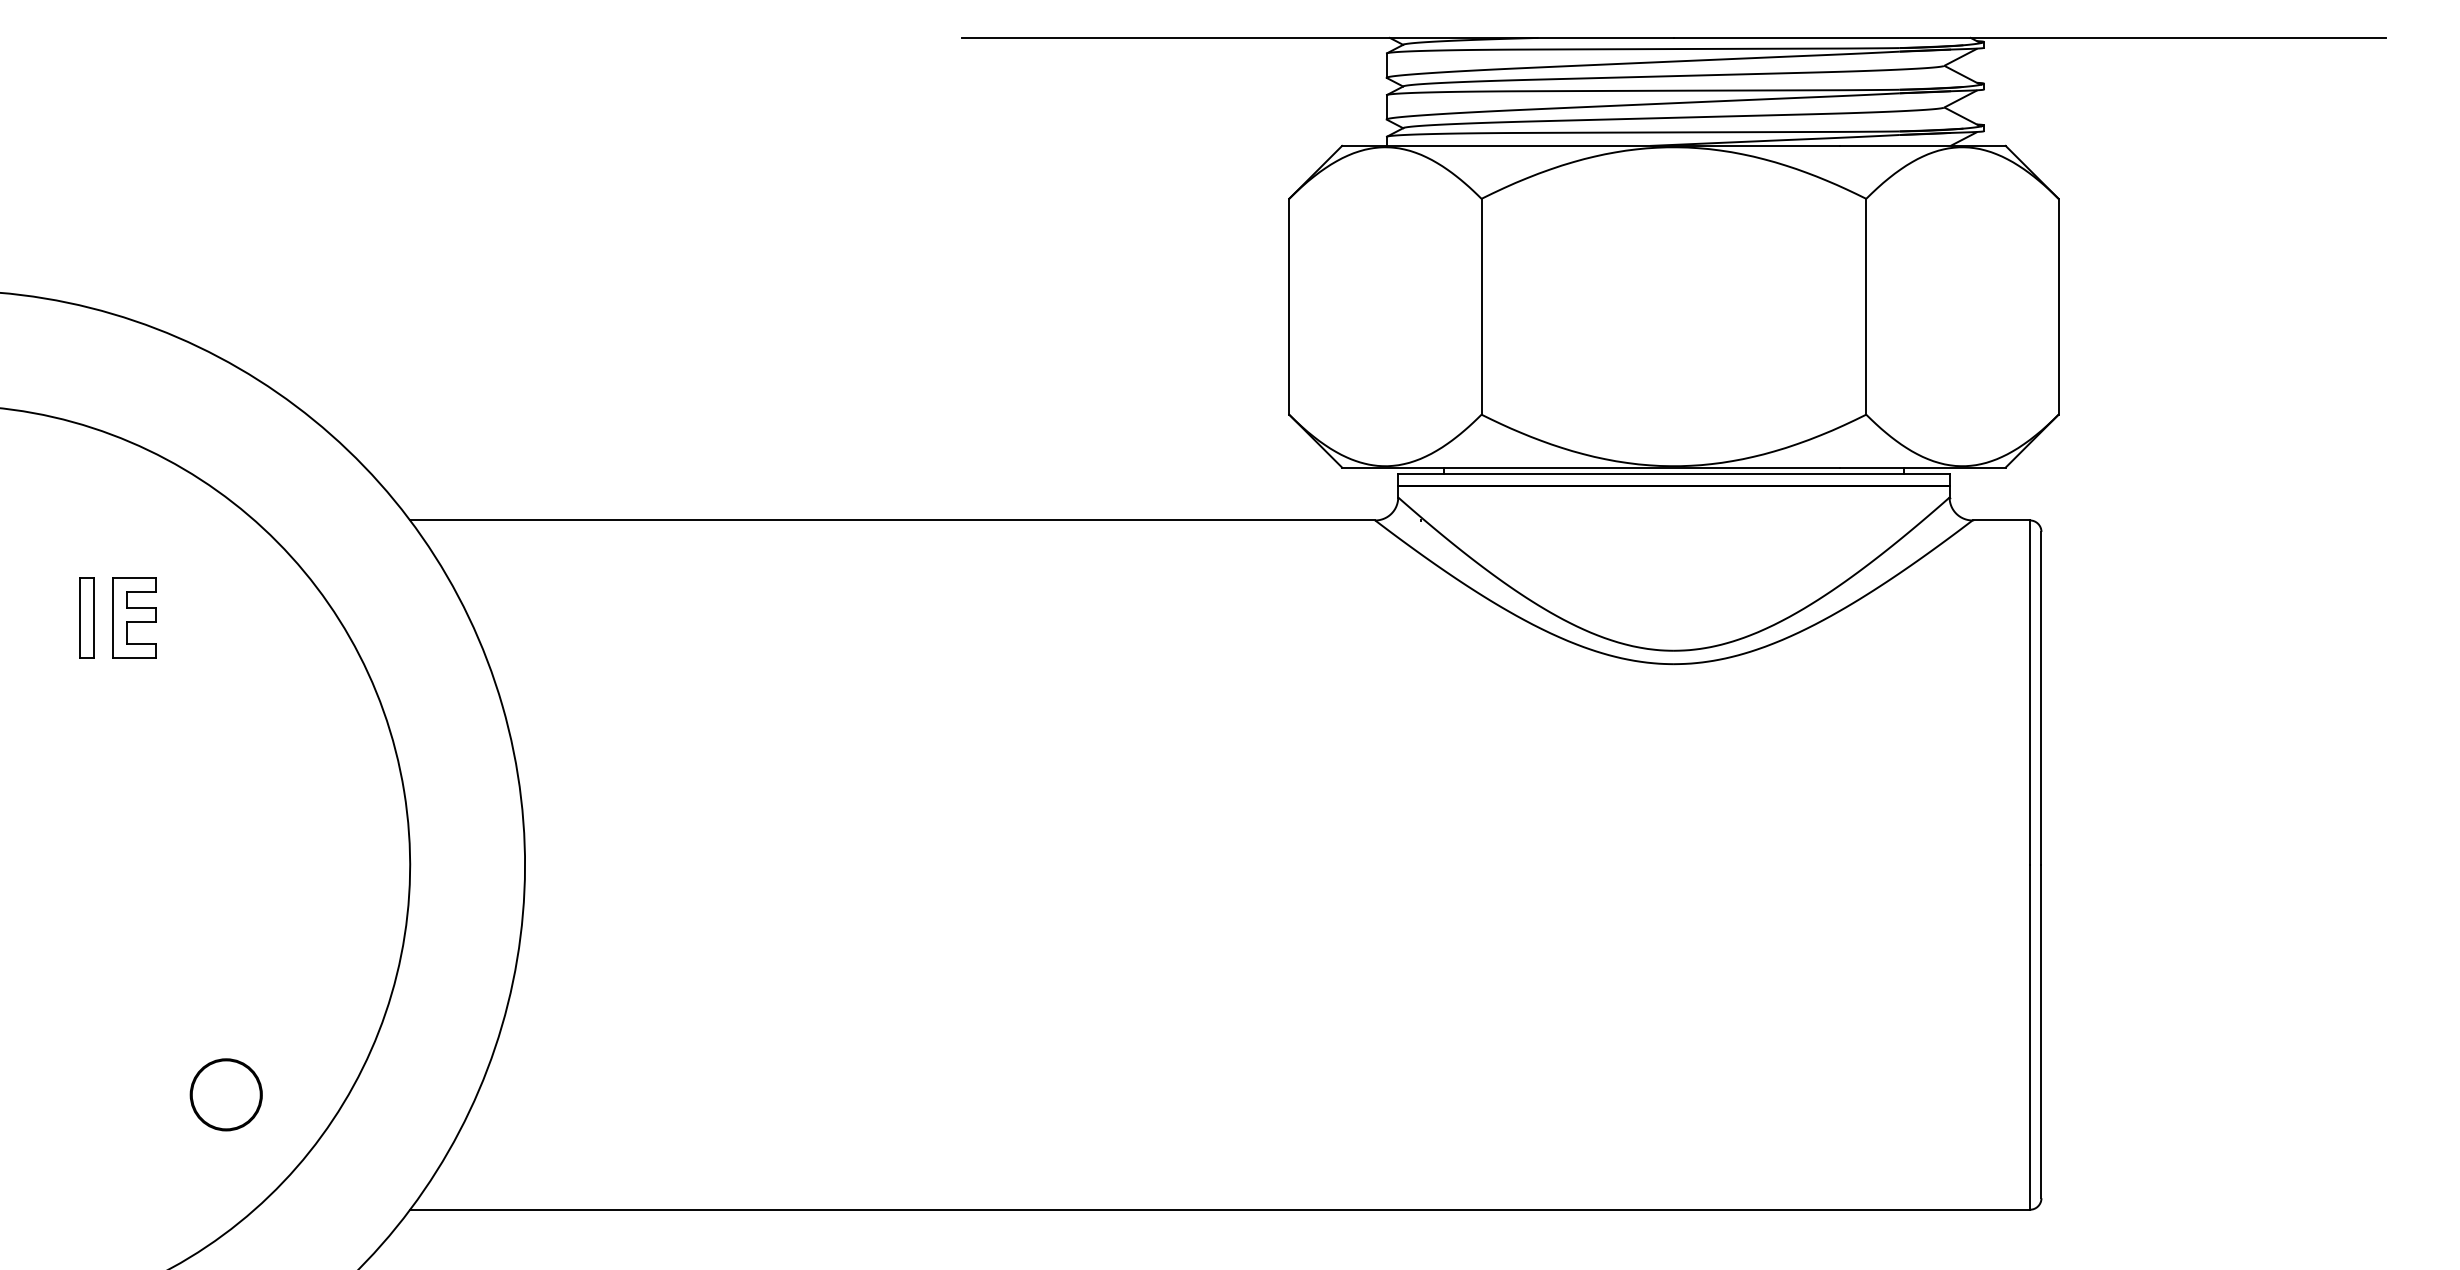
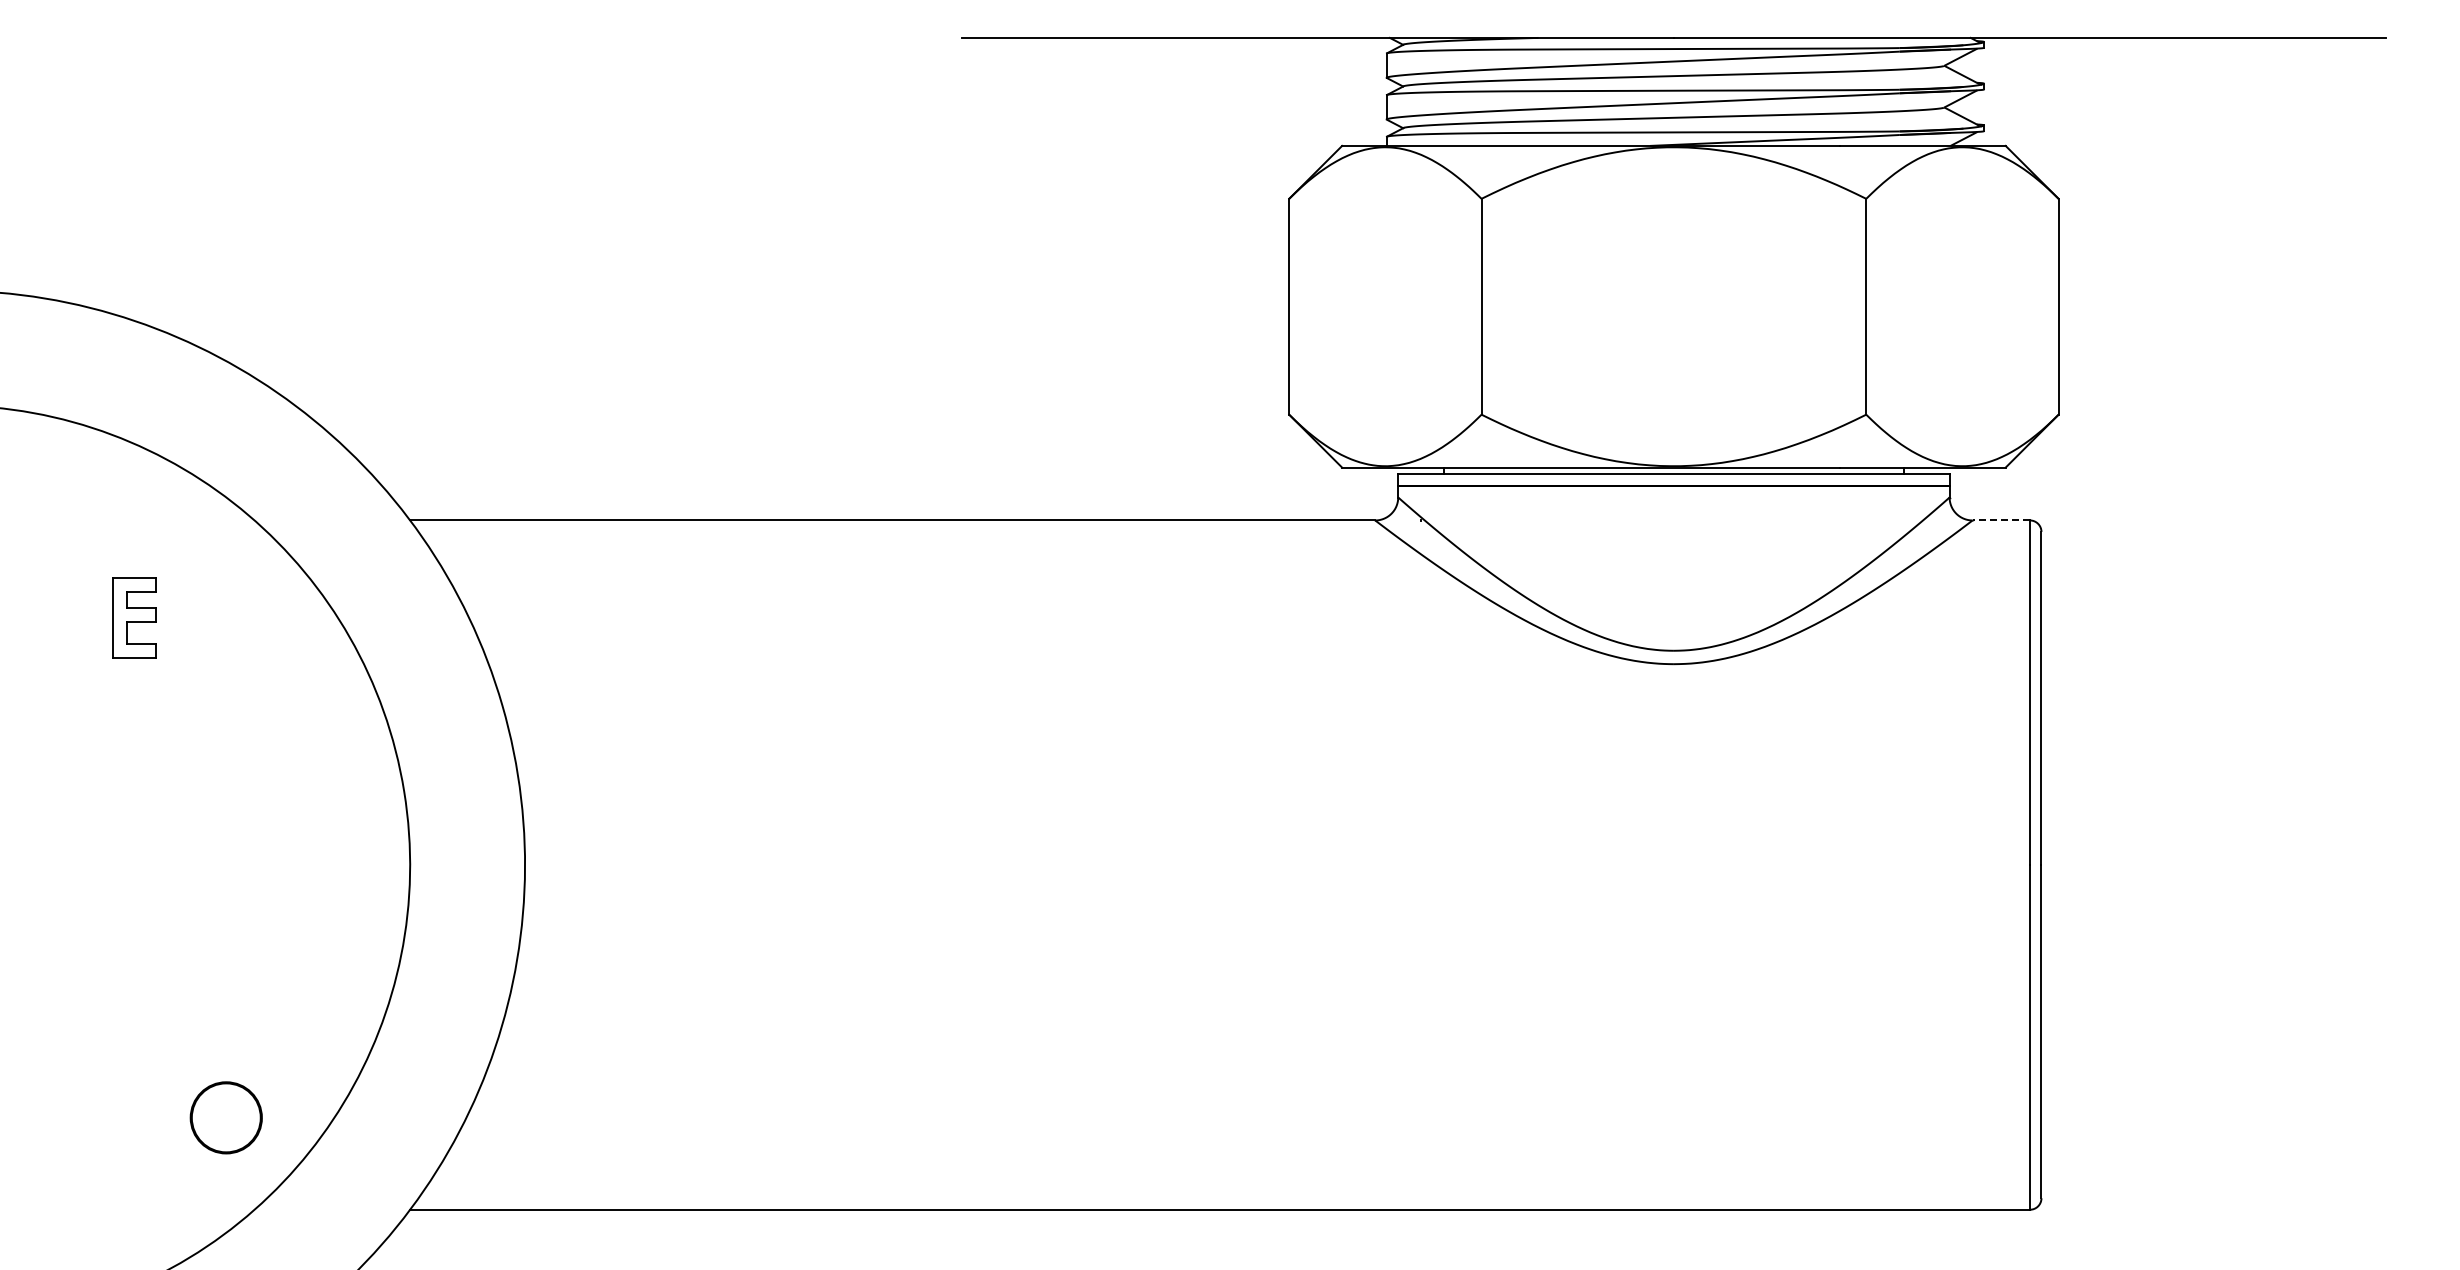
line at (2001, 520): solid -> dashed
part at (86, 617): present -> none
part at (225, 1094) position: (225, 1094) -> (225, 1117)
